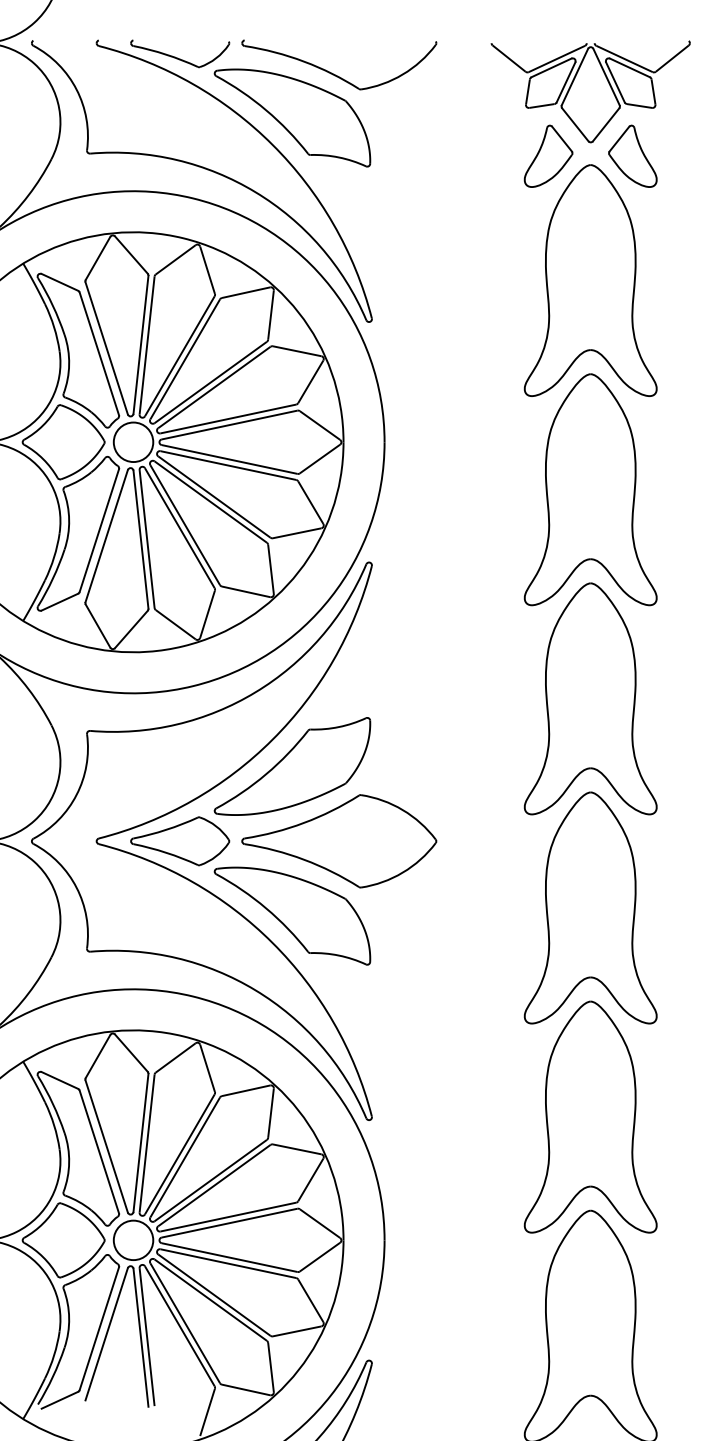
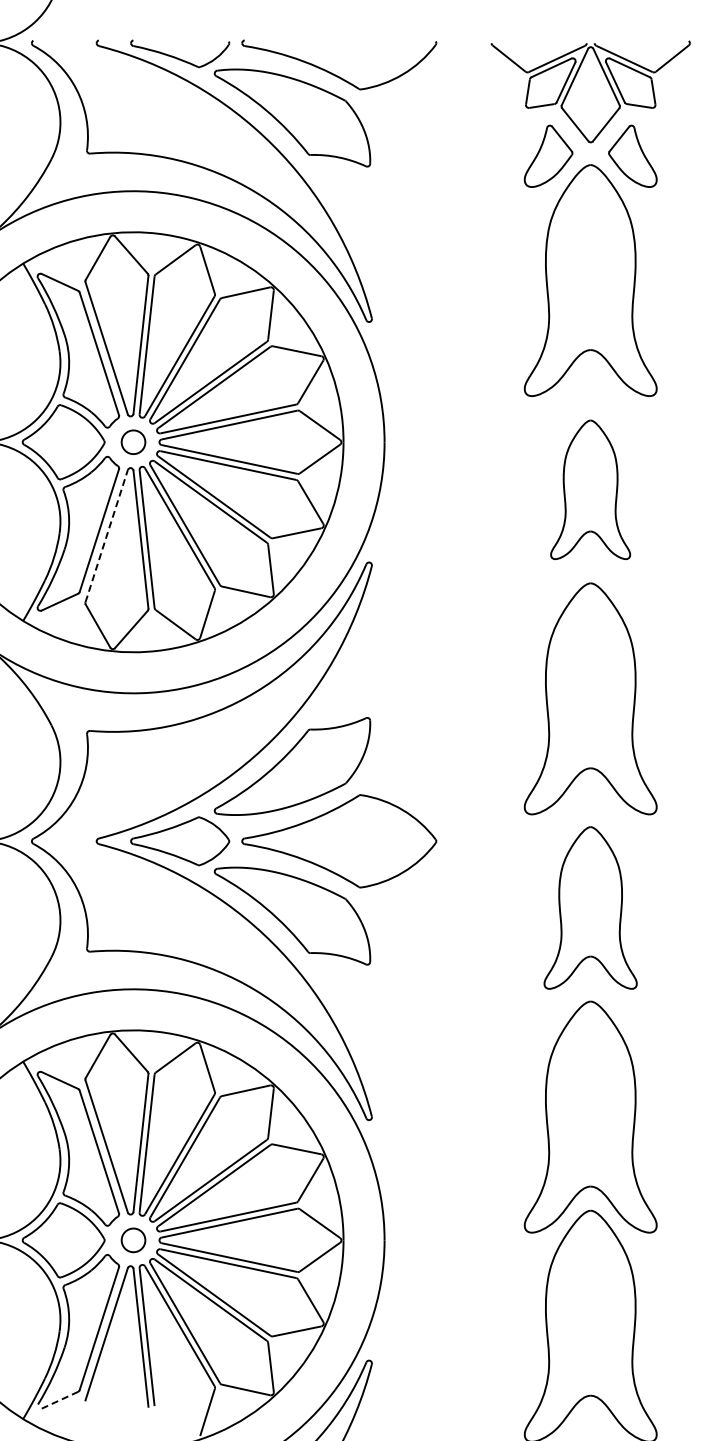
circle at (133, 442) diameter: 39 px -> 24 px
part at (590, 489) size: 135x234 px -> 82x141 px
line at (106, 535): solid -> dashed
part at (590, 907) size: 135x234 px -> 95x164 px
circle at (133, 1240) diameter: 39 px -> 24 px
line at (60, 1400): solid -> dashed
